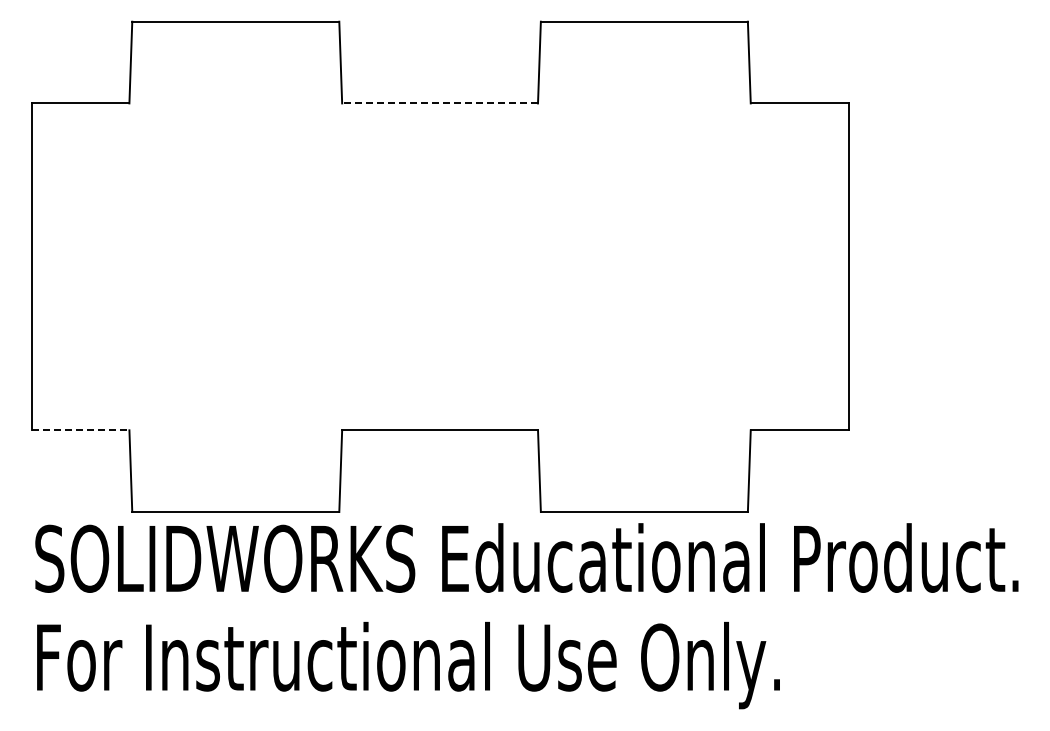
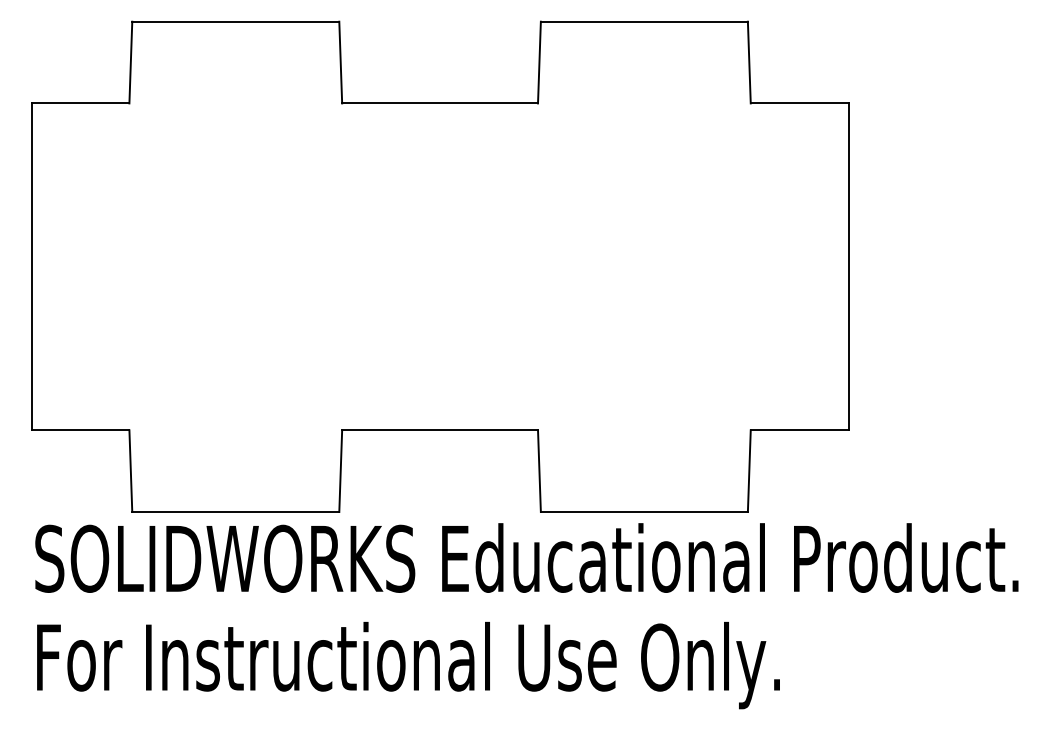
line at (440, 103): dashed -> solid
line at (80, 430): dashed -> solid
